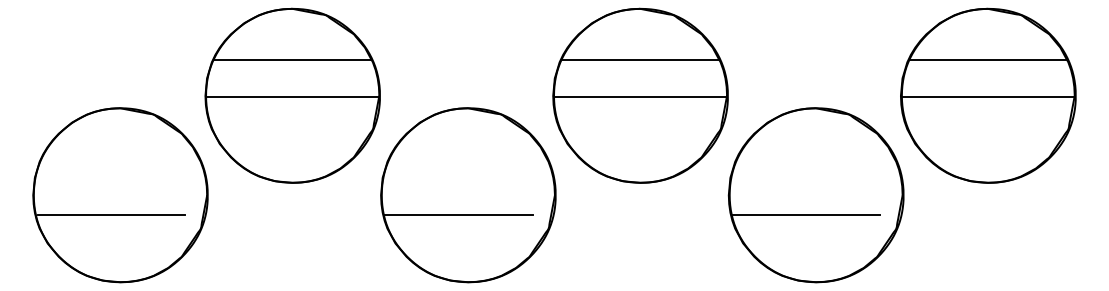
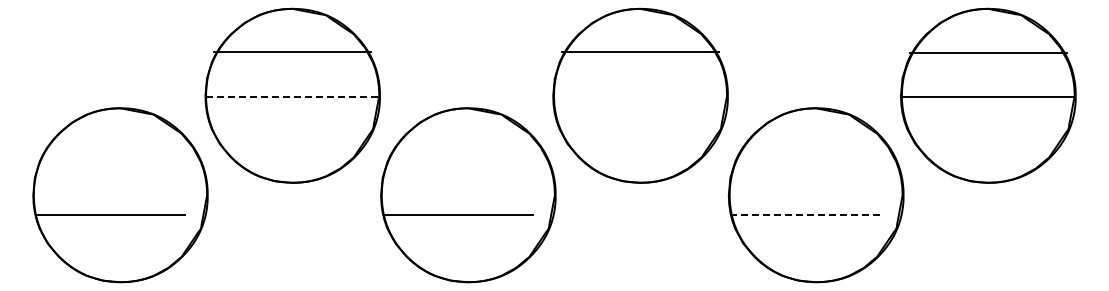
line at (292, 59) position: (292, 59) -> (292, 51)
line at (640, 59) position: (640, 59) -> (640, 51)
line at (987, 59) position: (987, 59) -> (987, 52)
line at (292, 97): solid -> dashed
line at (640, 97): present -> none
line at (806, 215): solid -> dashed
